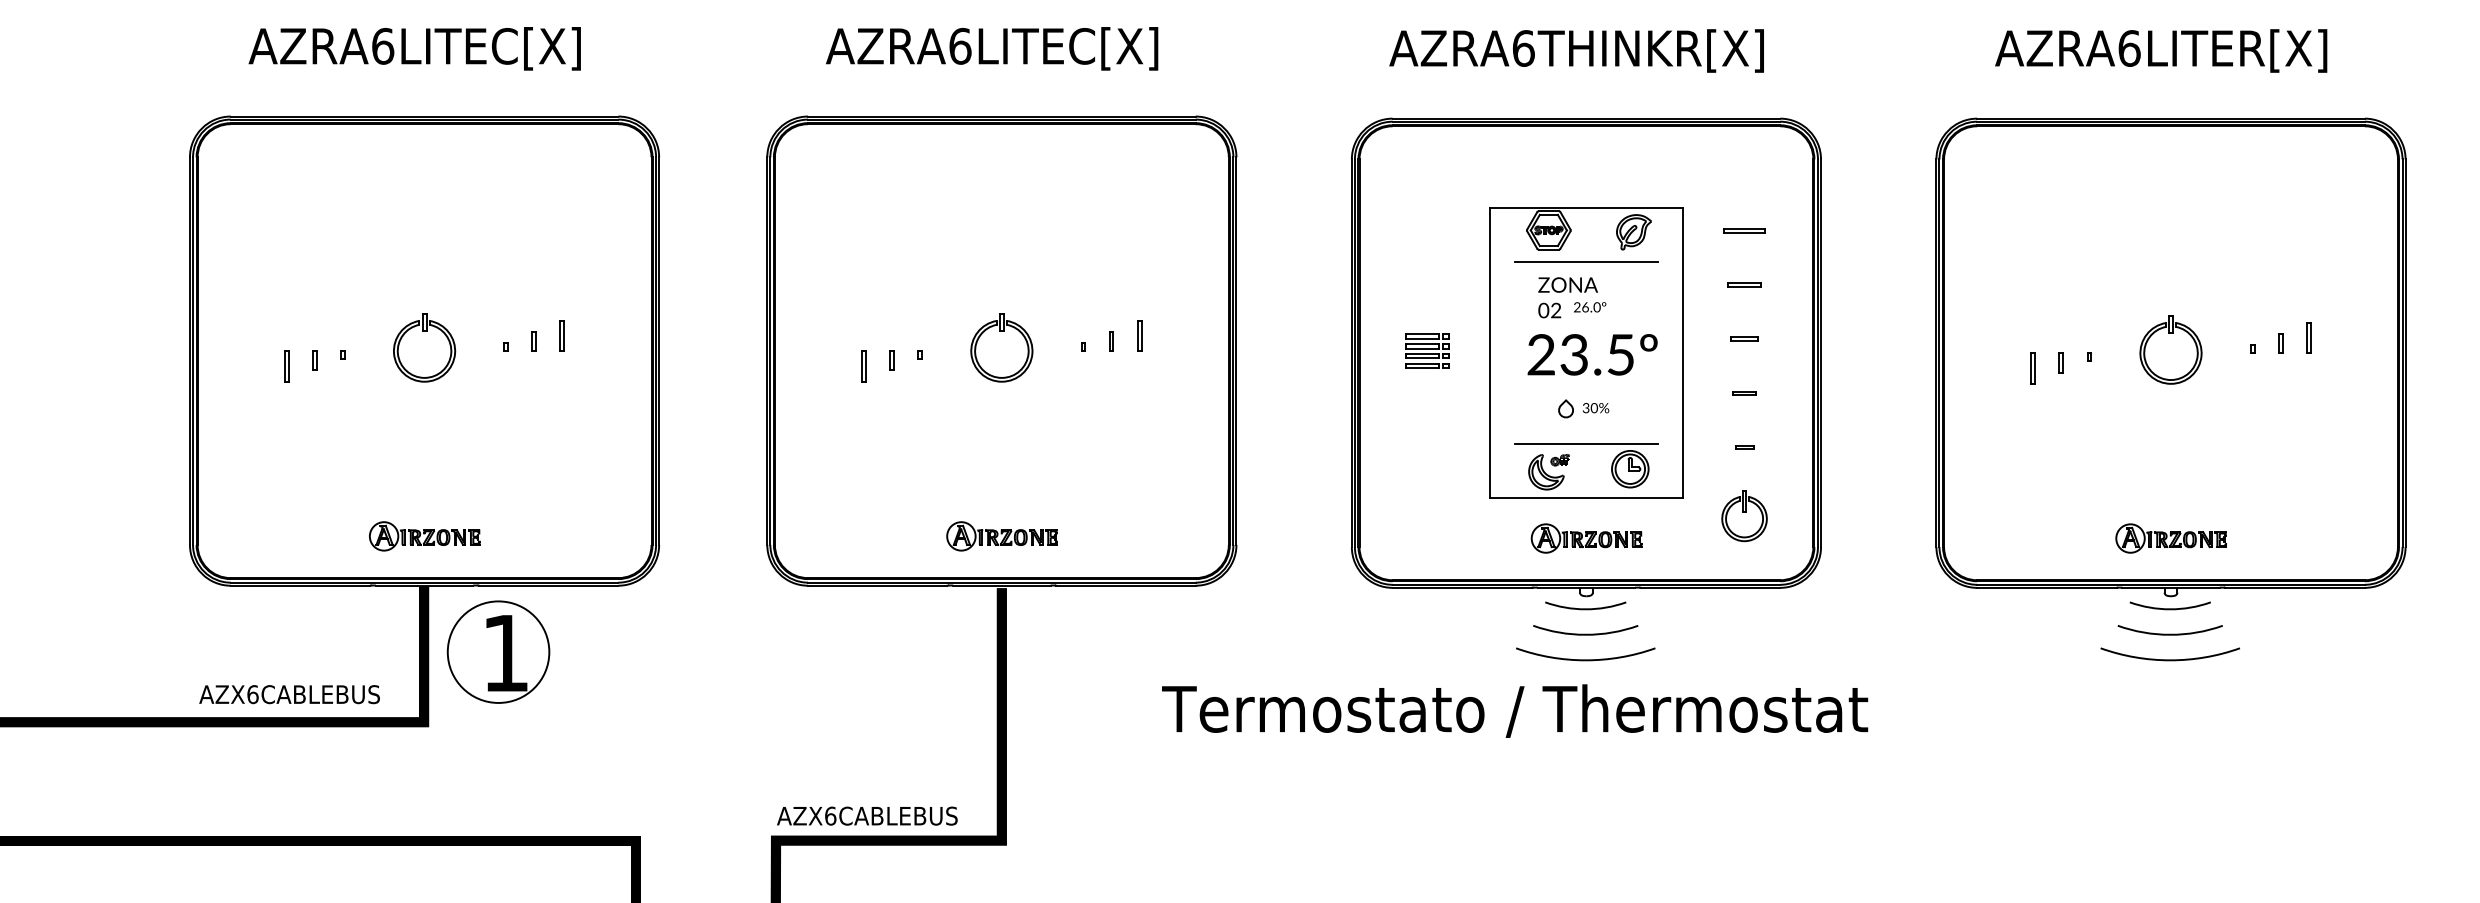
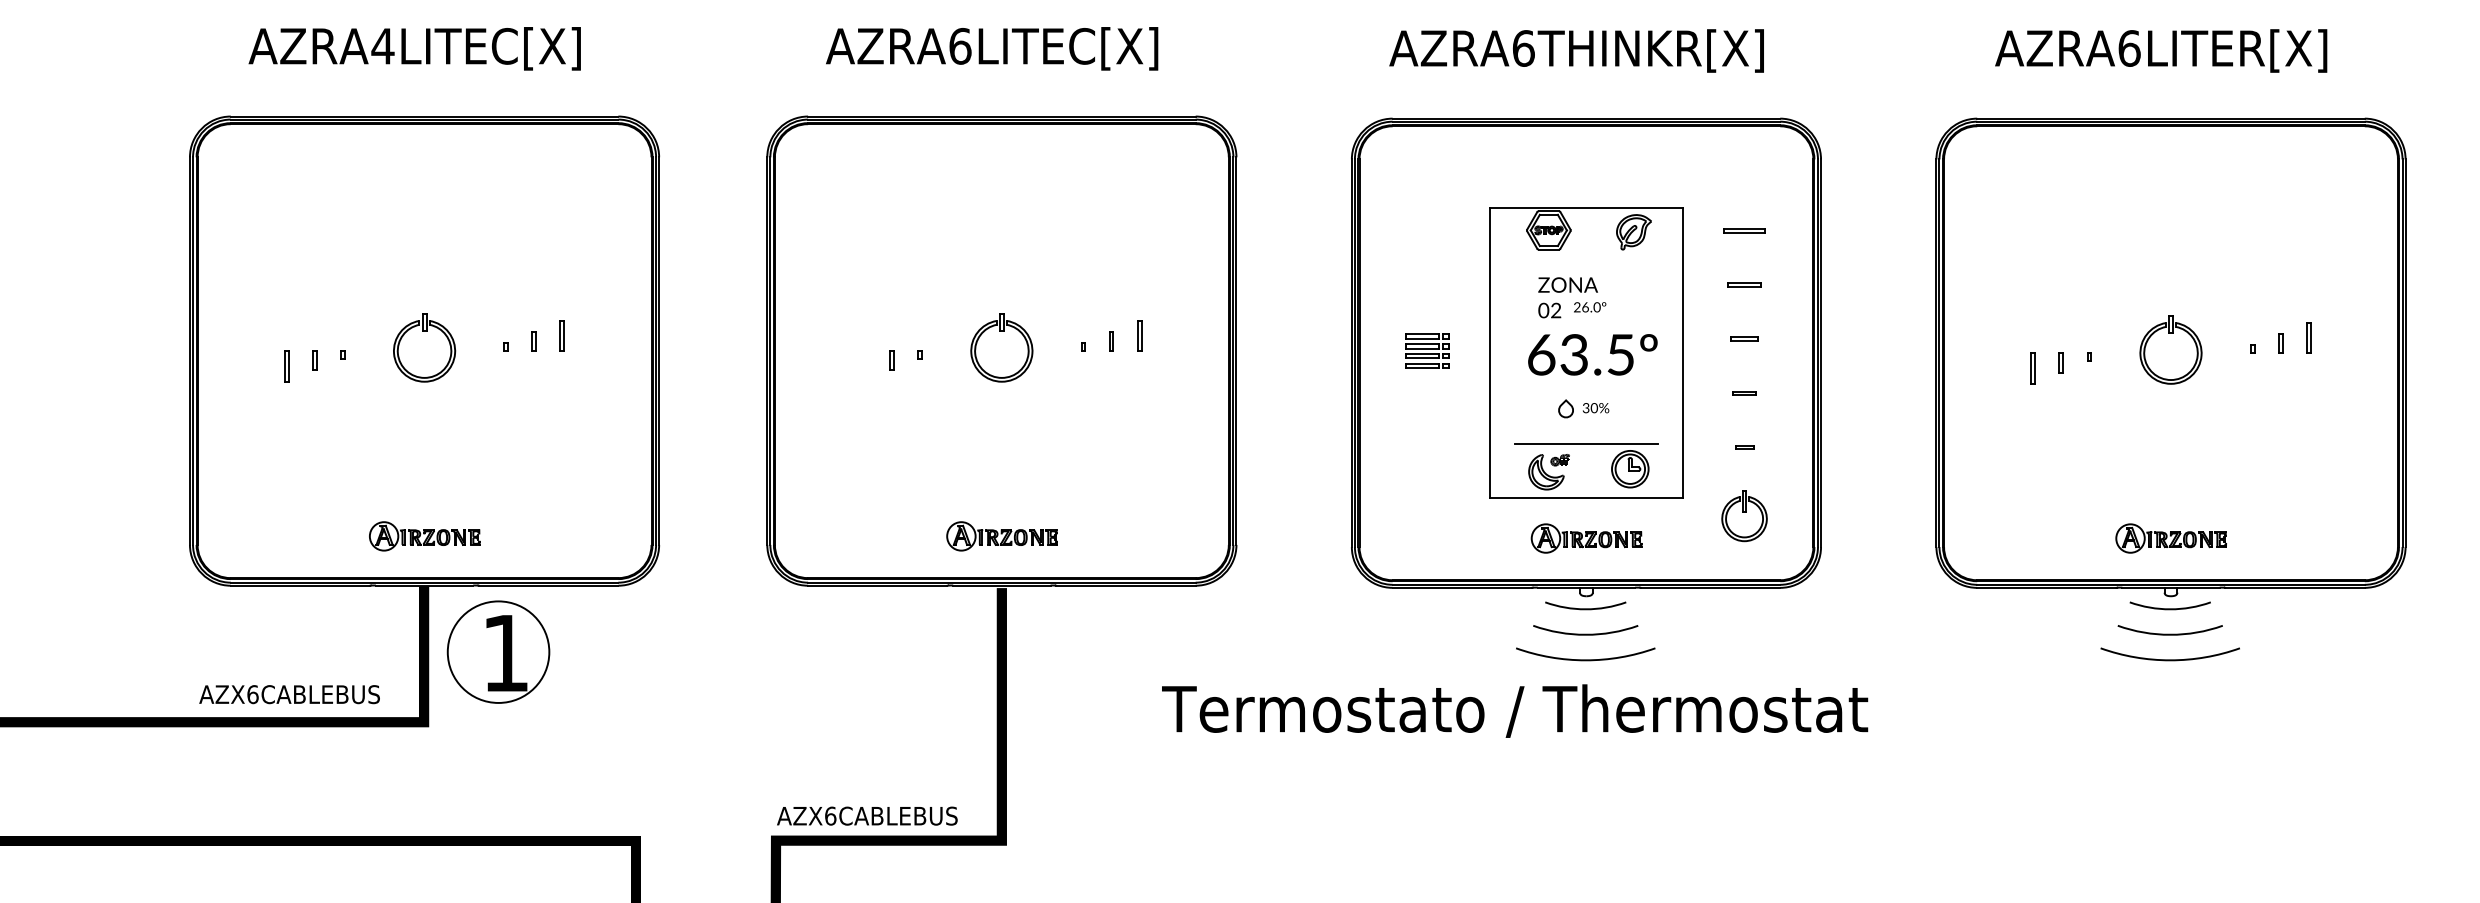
text at (382, 45): AZRA6LITEC[X] -> AZRA4LITEC[X]
line at (1586, 262): present -> none
text at (1541, 354): 23.5º -> 63.5º
part at (863, 366): present -> none
